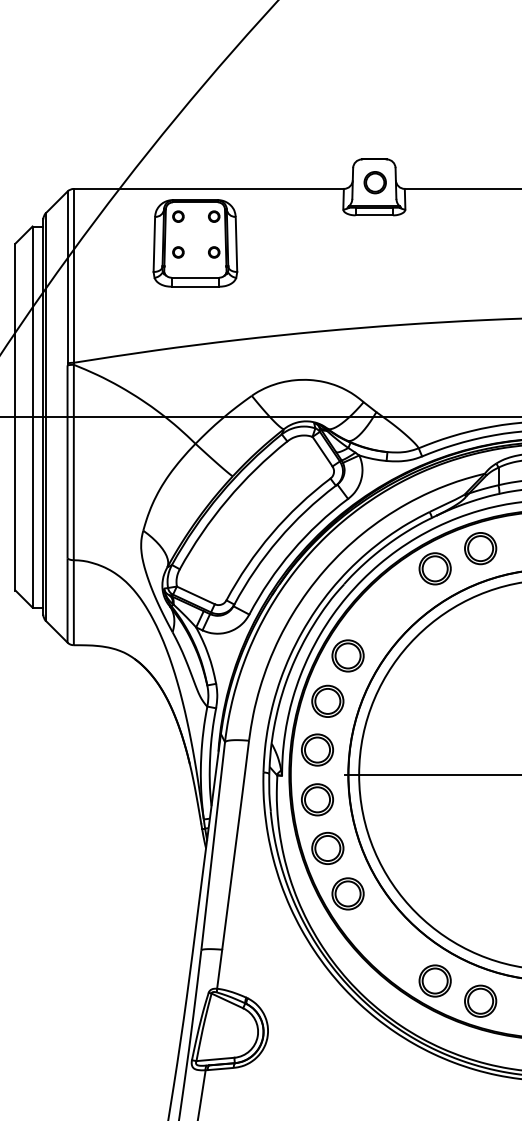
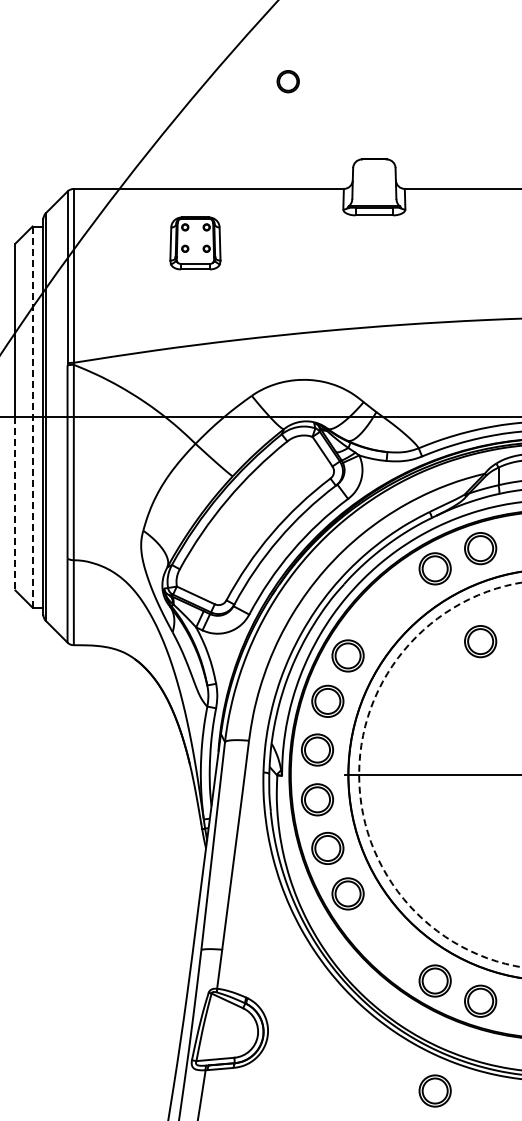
part at (374, 182) position: (374, 182) -> (287, 81)
part at (195, 243) size: 87x89 px -> 53x55 px
line at (32, 417): solid -> dashed
line at (15, 503): solid -> dashed
part at (480, 641): none -> present
circle at (440, 774): solid -> dashed
part at (434, 1090): none -> present
